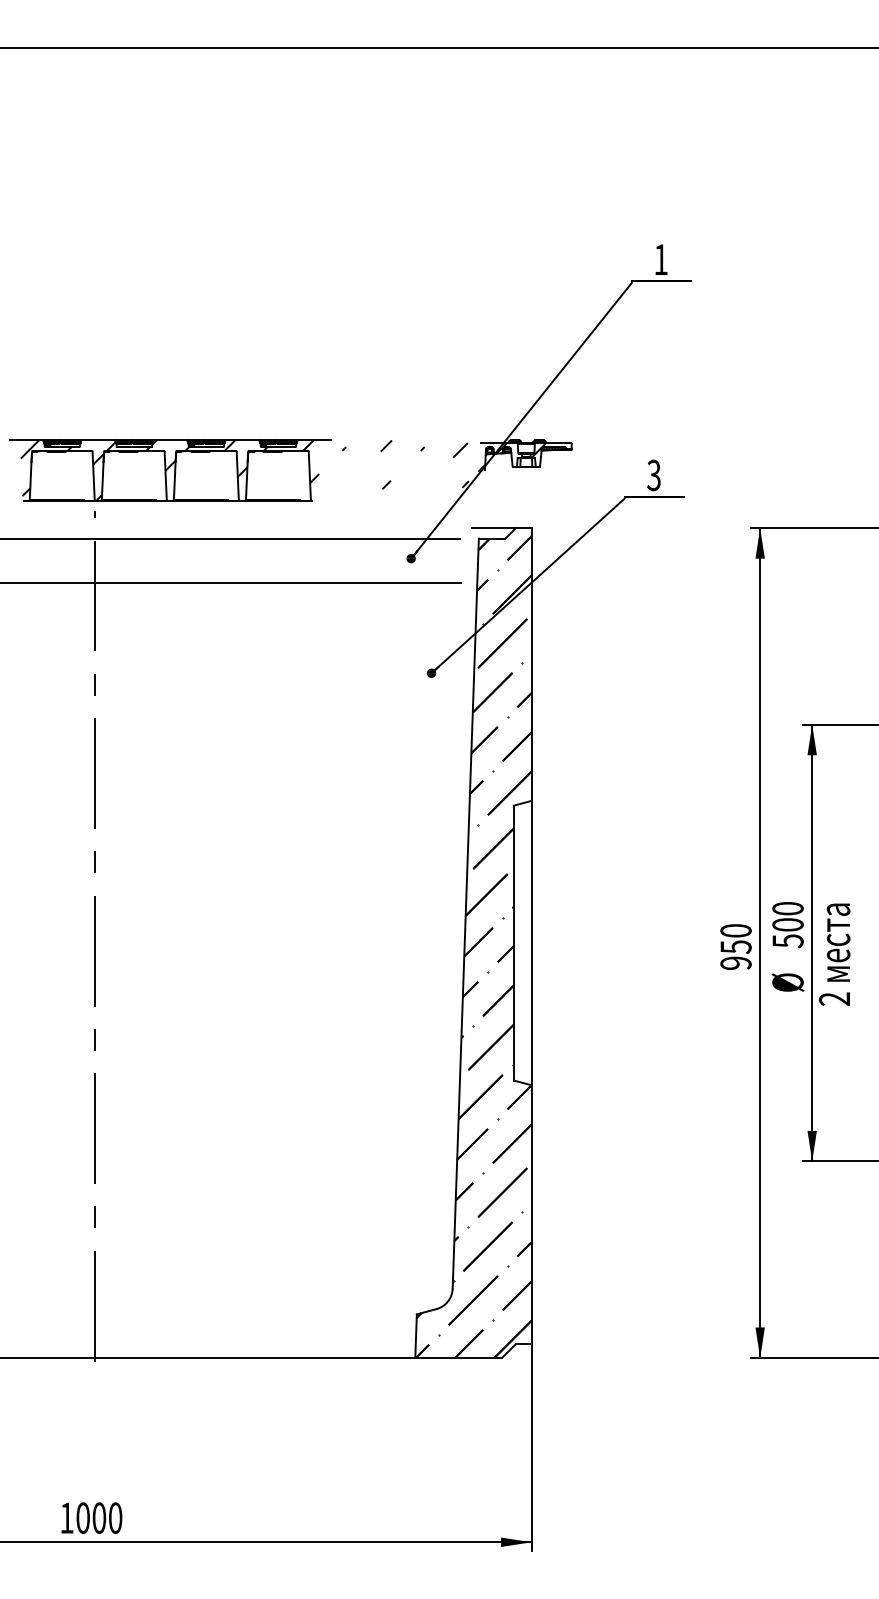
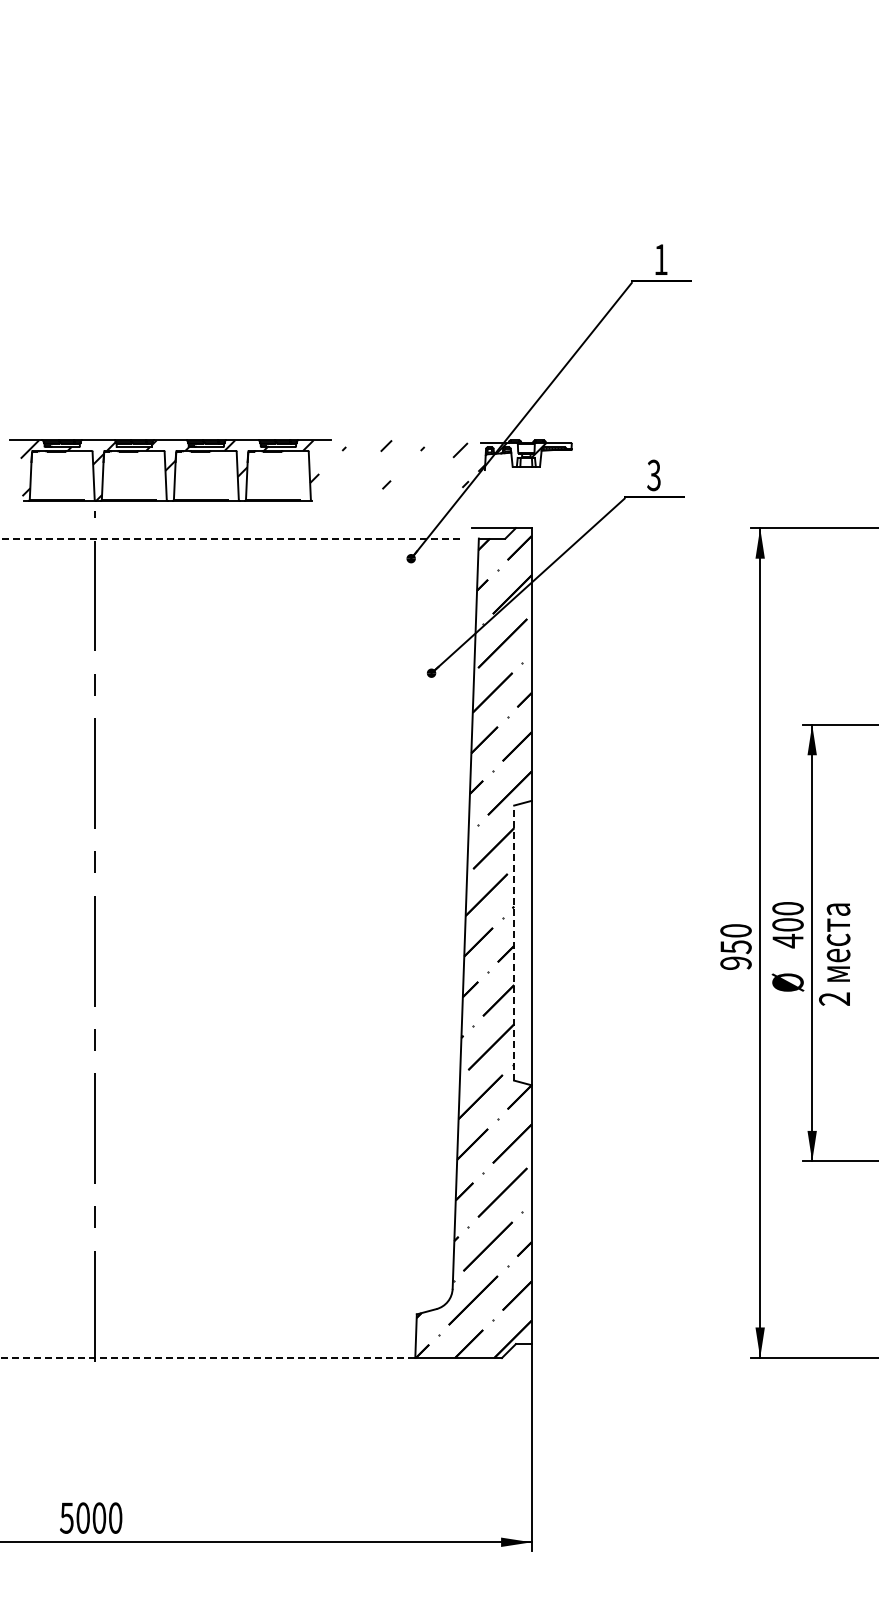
line at (438, 47): present -> none
line at (229, 539): solid -> dashed
line at (231, 582): present -> none
text at (787, 940): 500 -> 400
line at (514, 943): solid -> dashed
line at (207, 1358): solid -> dashed
text at (66, 1517): 1000 -> 5000
